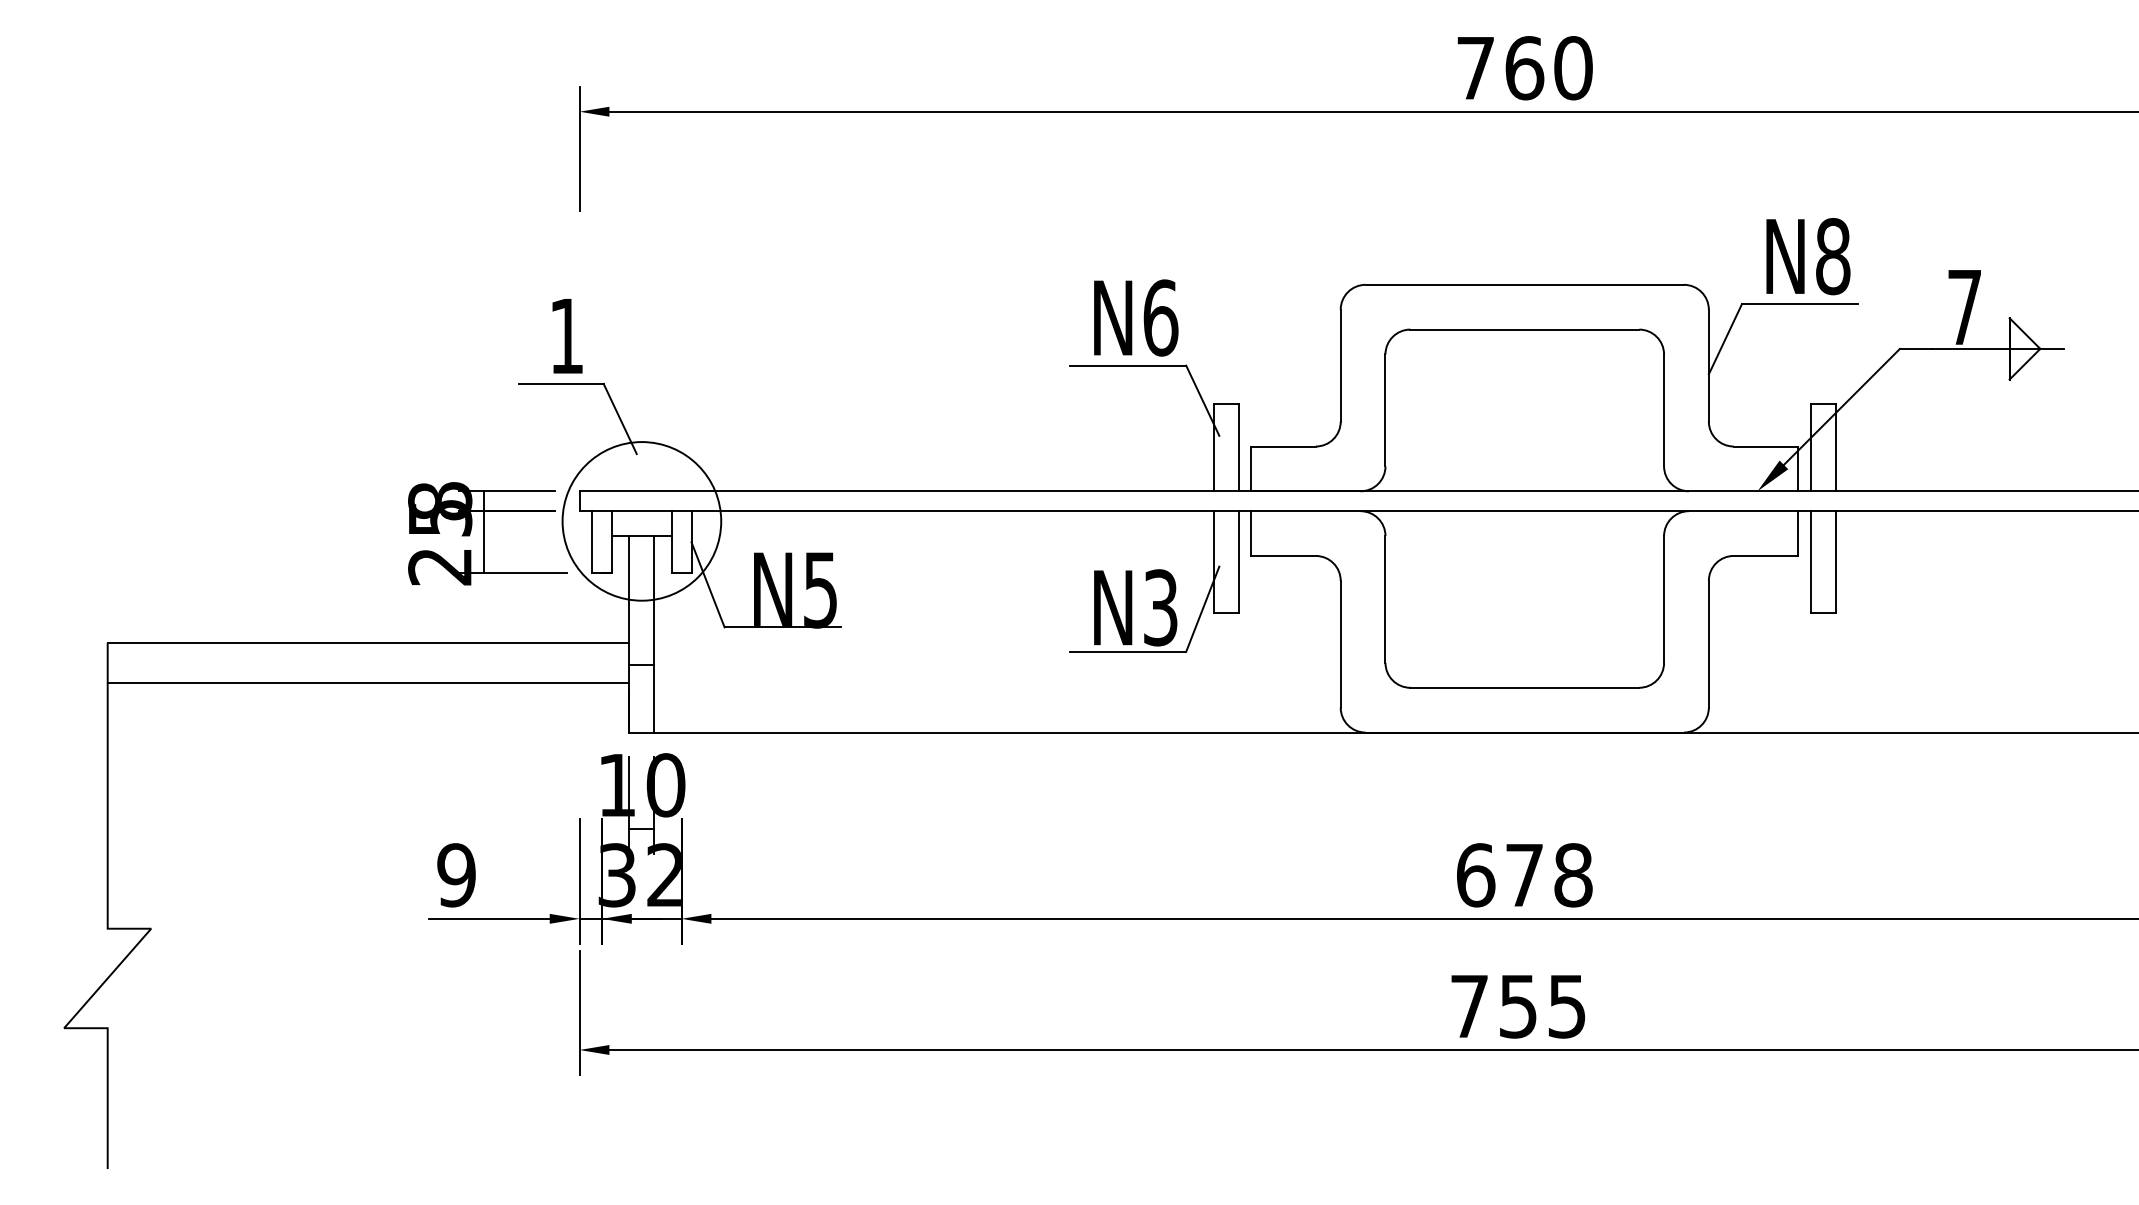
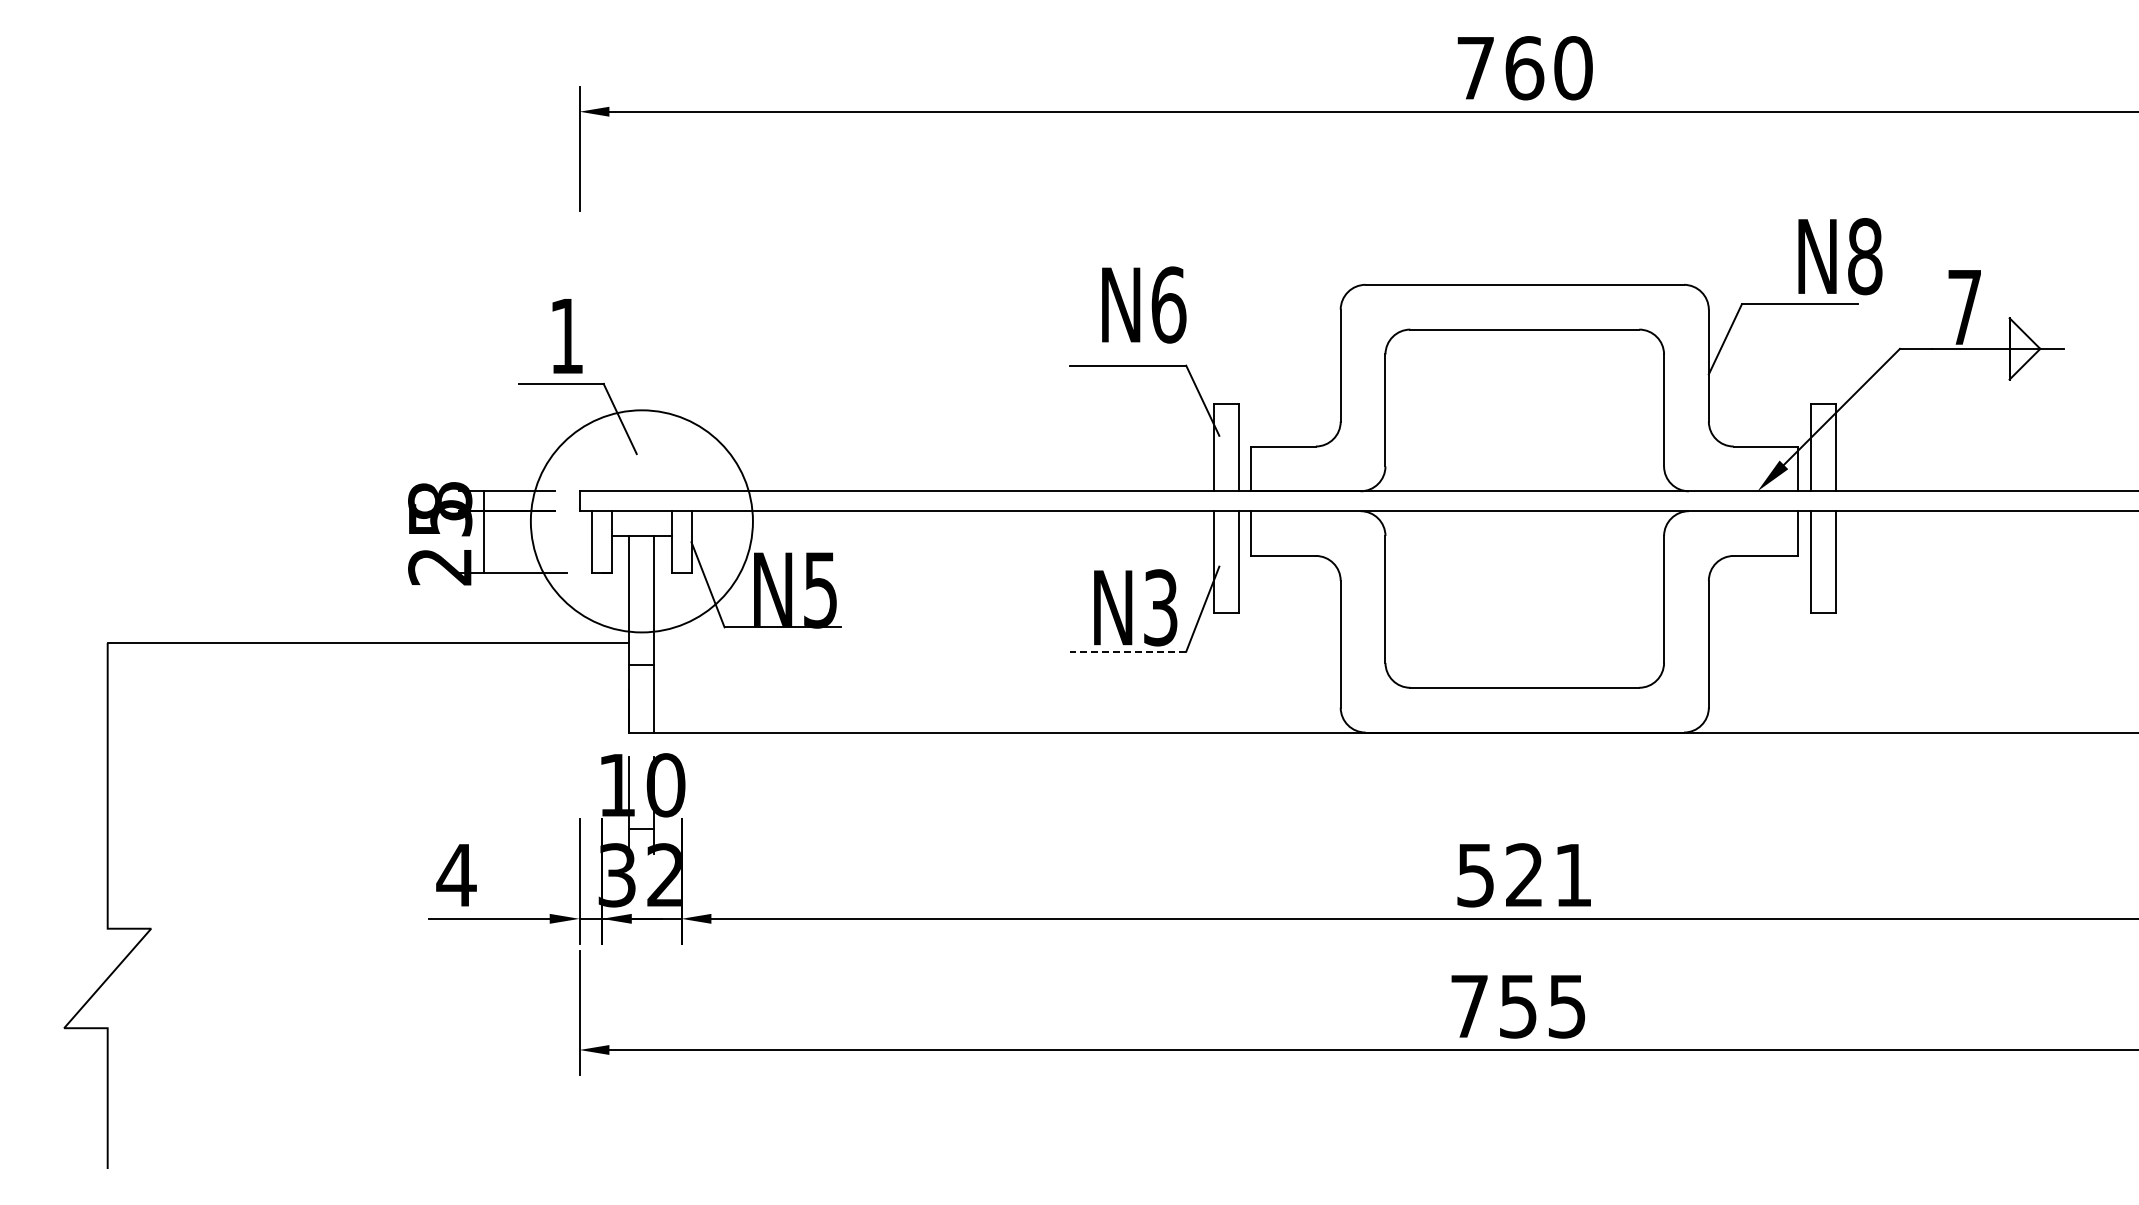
text at (1808, 256) position: (1808, 256) -> (1840, 256)
text at (1136, 317) position: (1136, 317) -> (1144, 304)
circle at (641, 521) diameter: 159 px -> 222 px
line at (1127, 651): solid -> dashed
line at (368, 682): present -> none
text at (456, 875): 9 -> 4
text at (1524, 875): 678 -> 521
